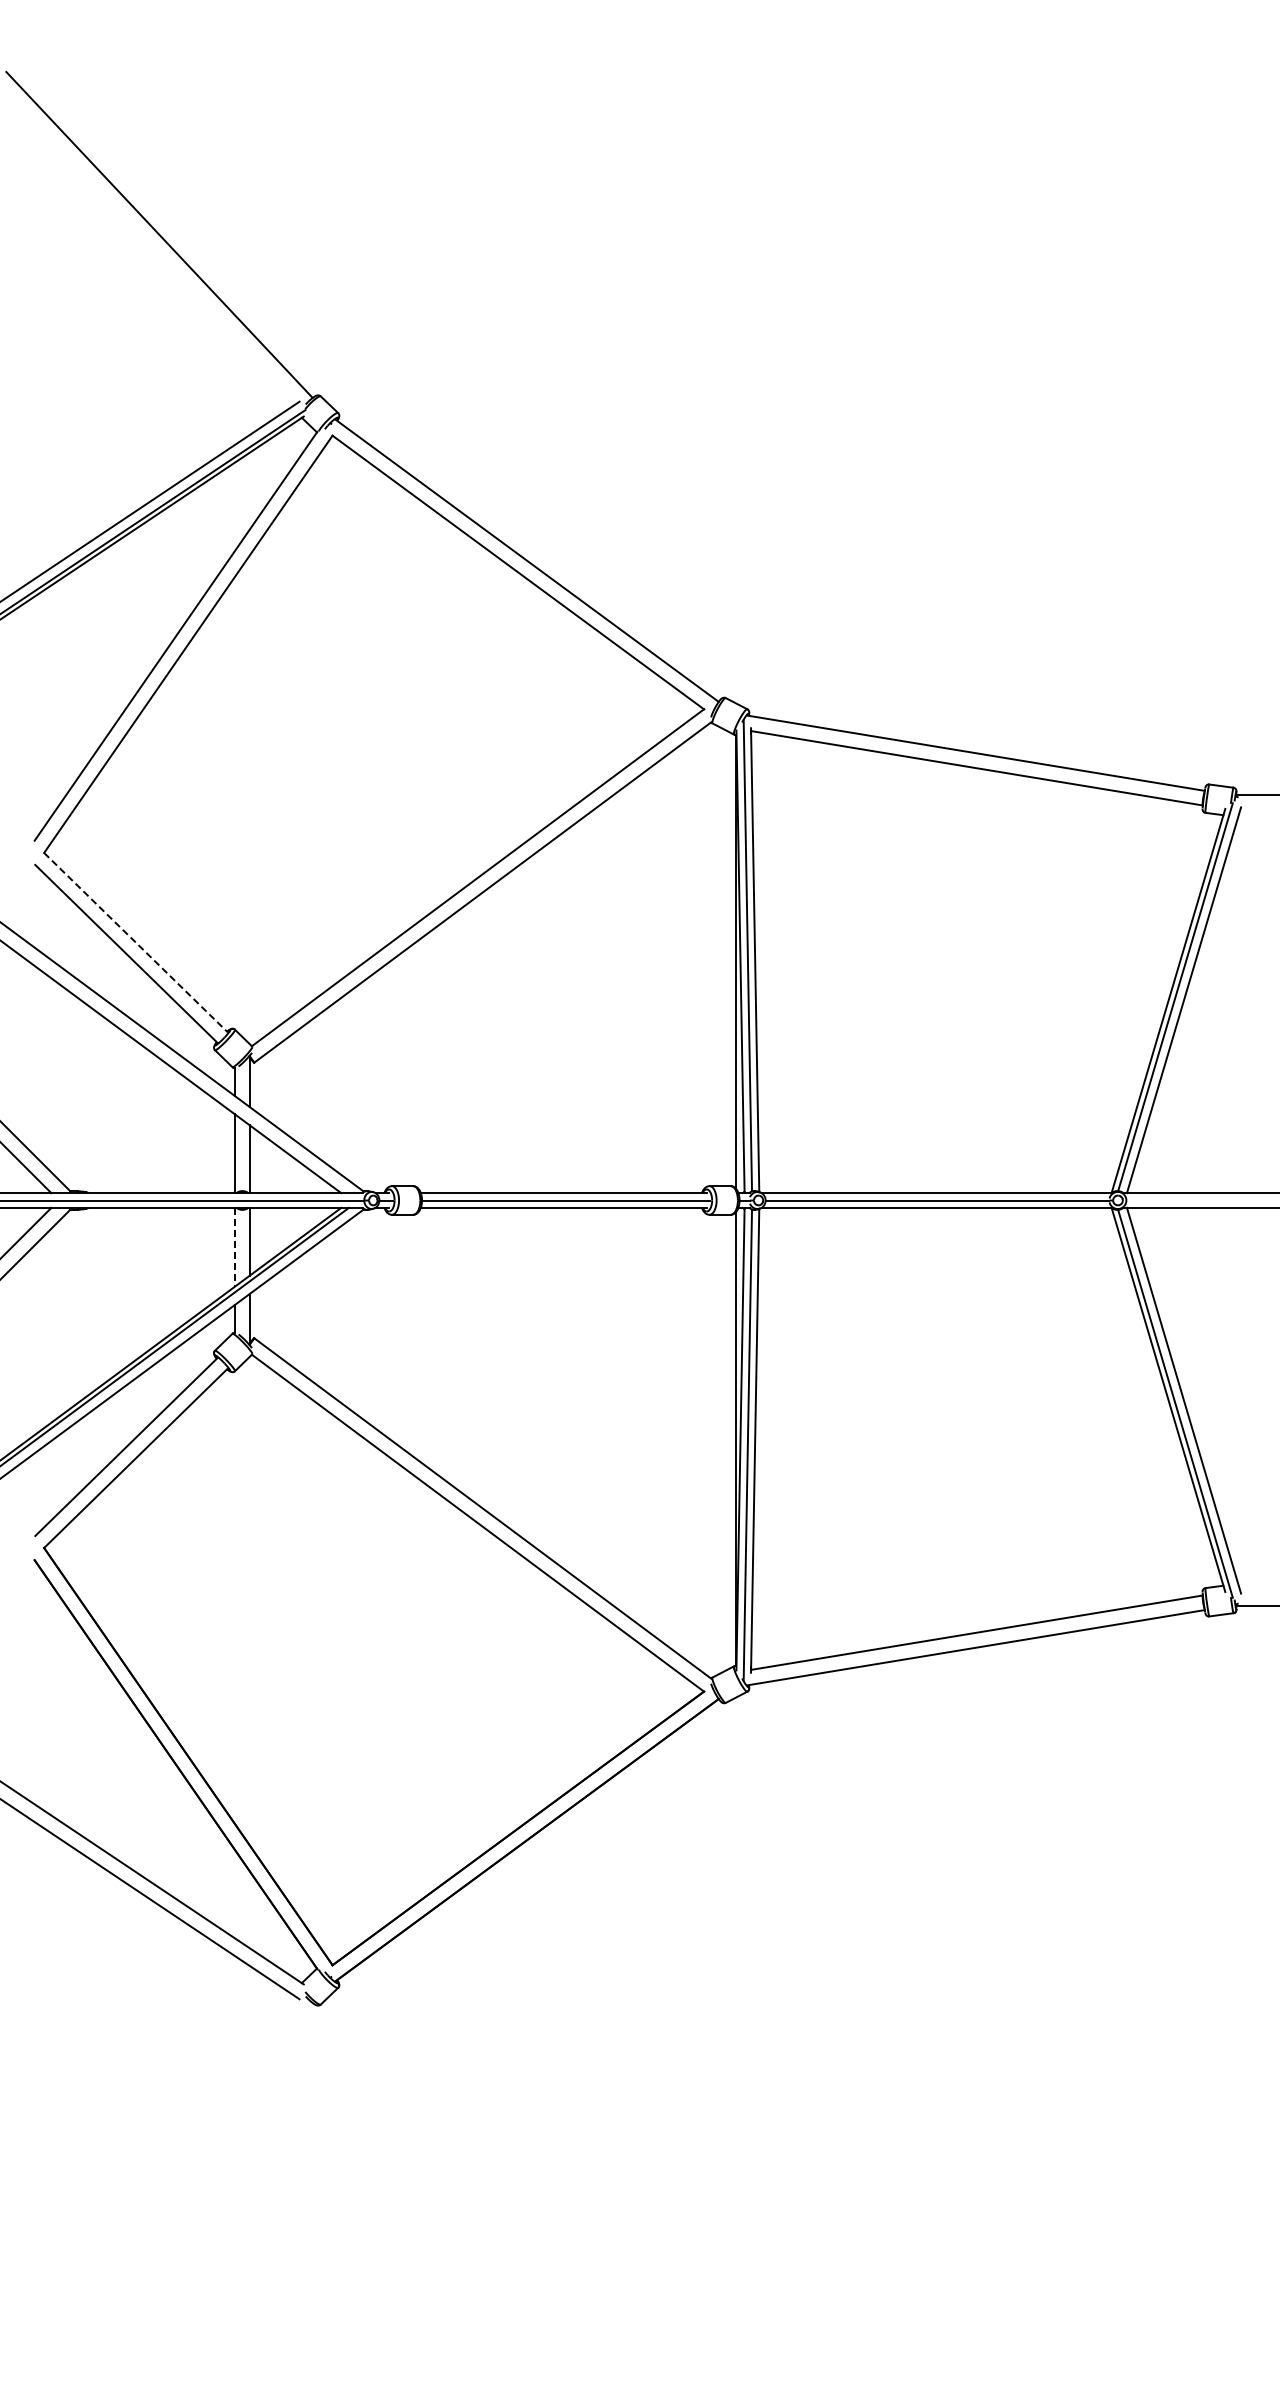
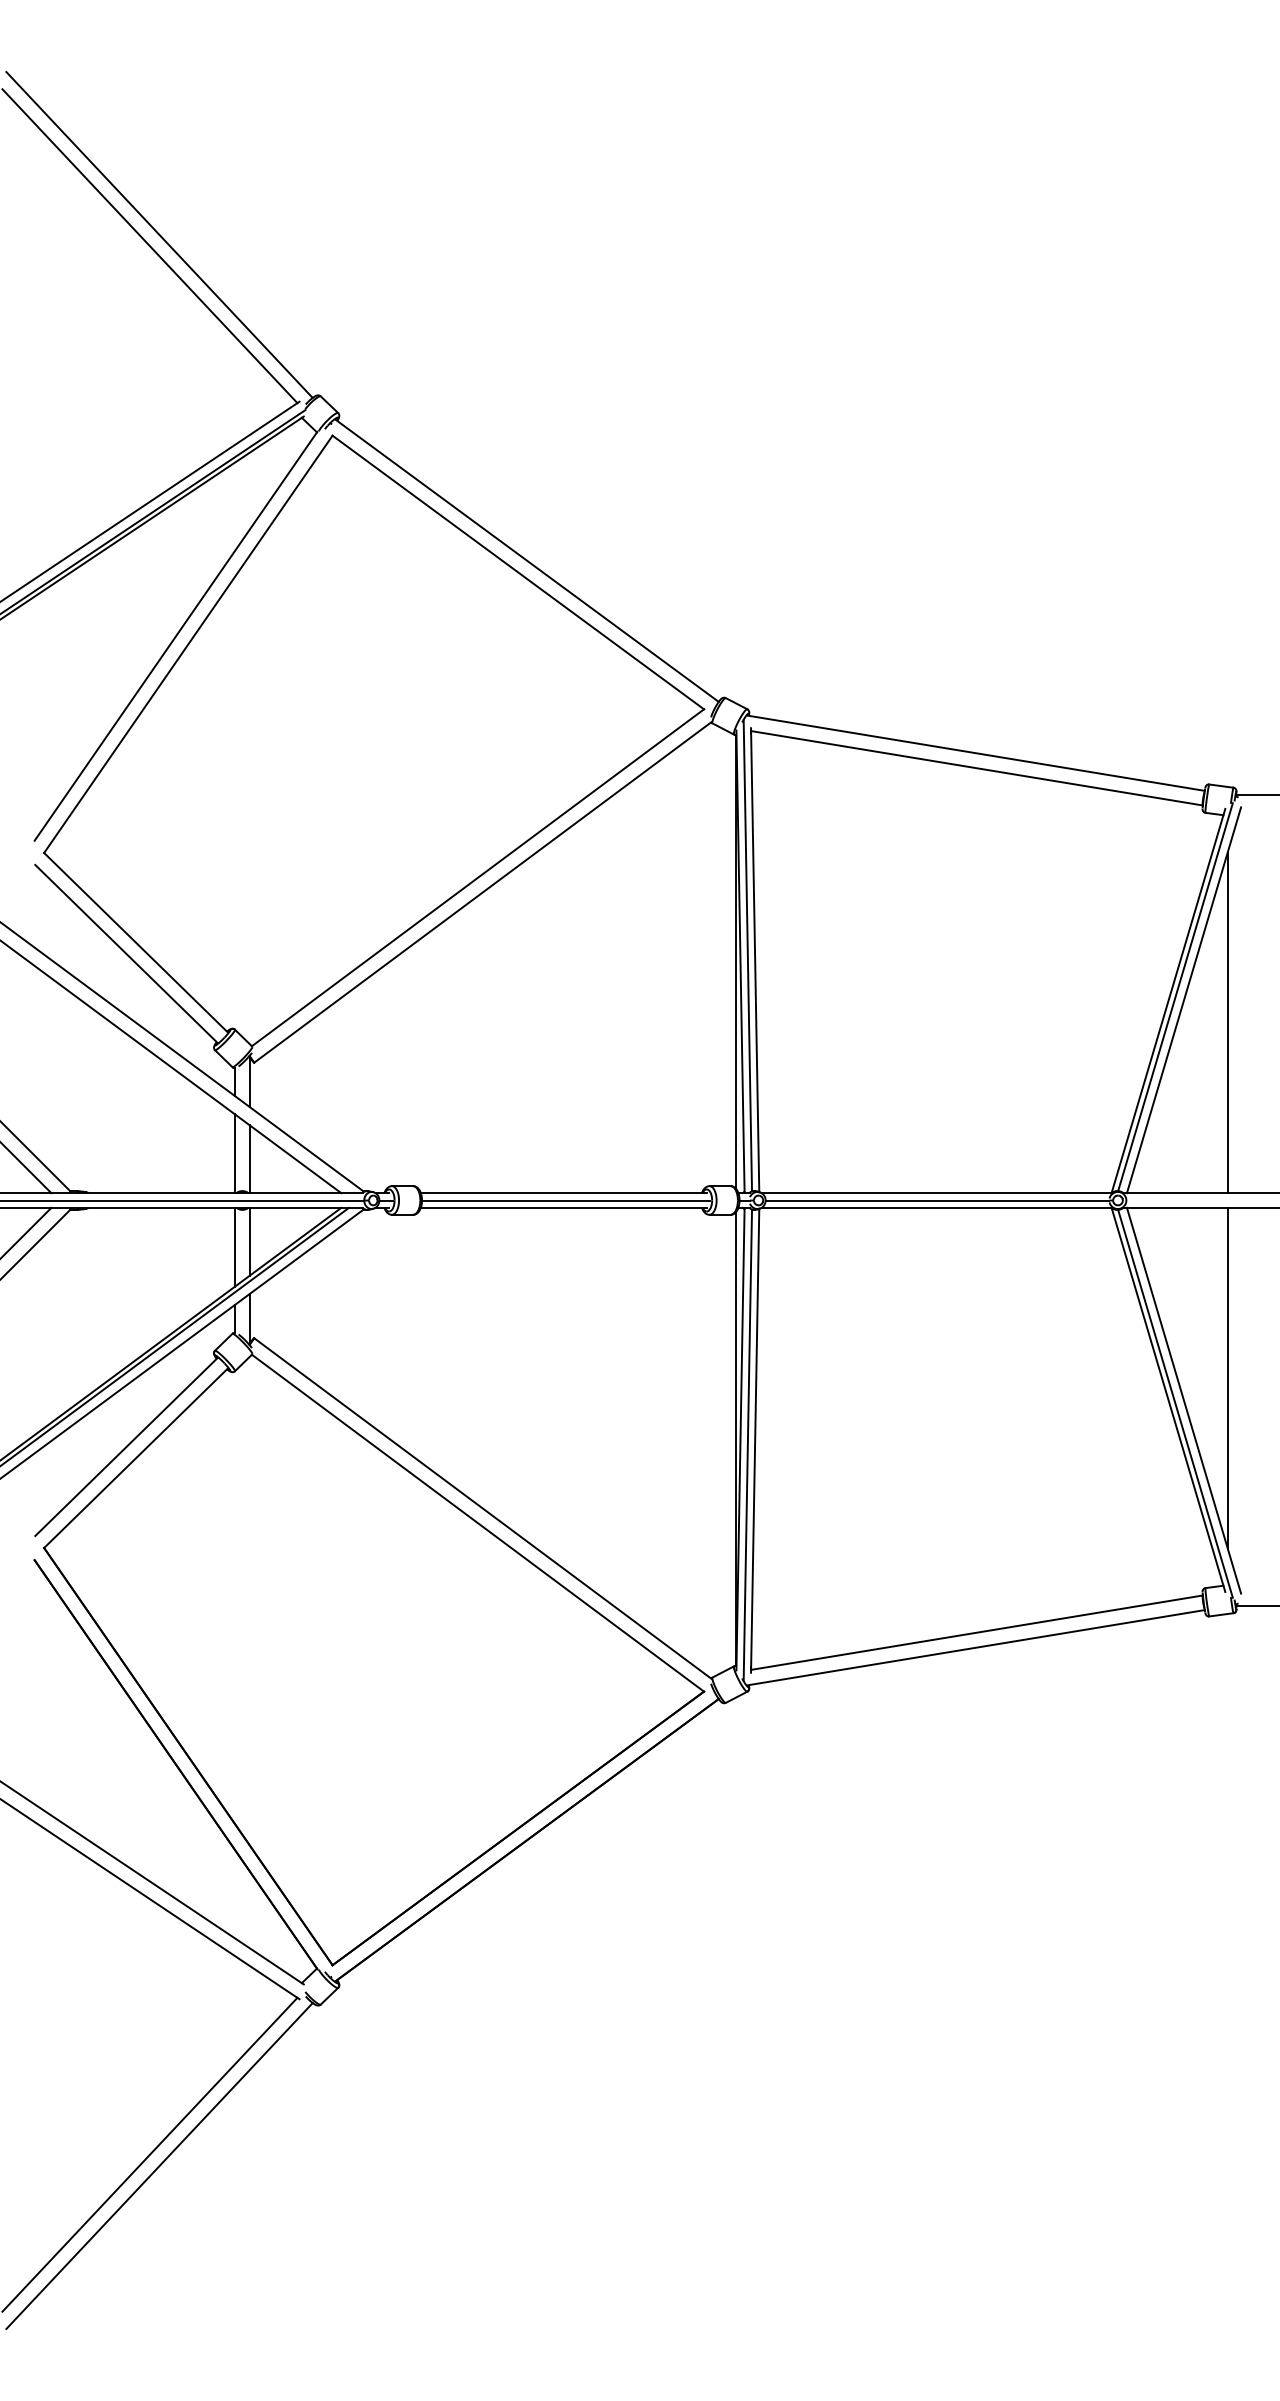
line at (149, 246): none -> present
line at (136, 943): dashed -> solid
line at (1227, 1023): none -> present
line at (235, 1247): dashed -> solid
line at (1227, 1377): none -> present
line at (149, 2154): none -> present
line at (159, 2165): none -> present
